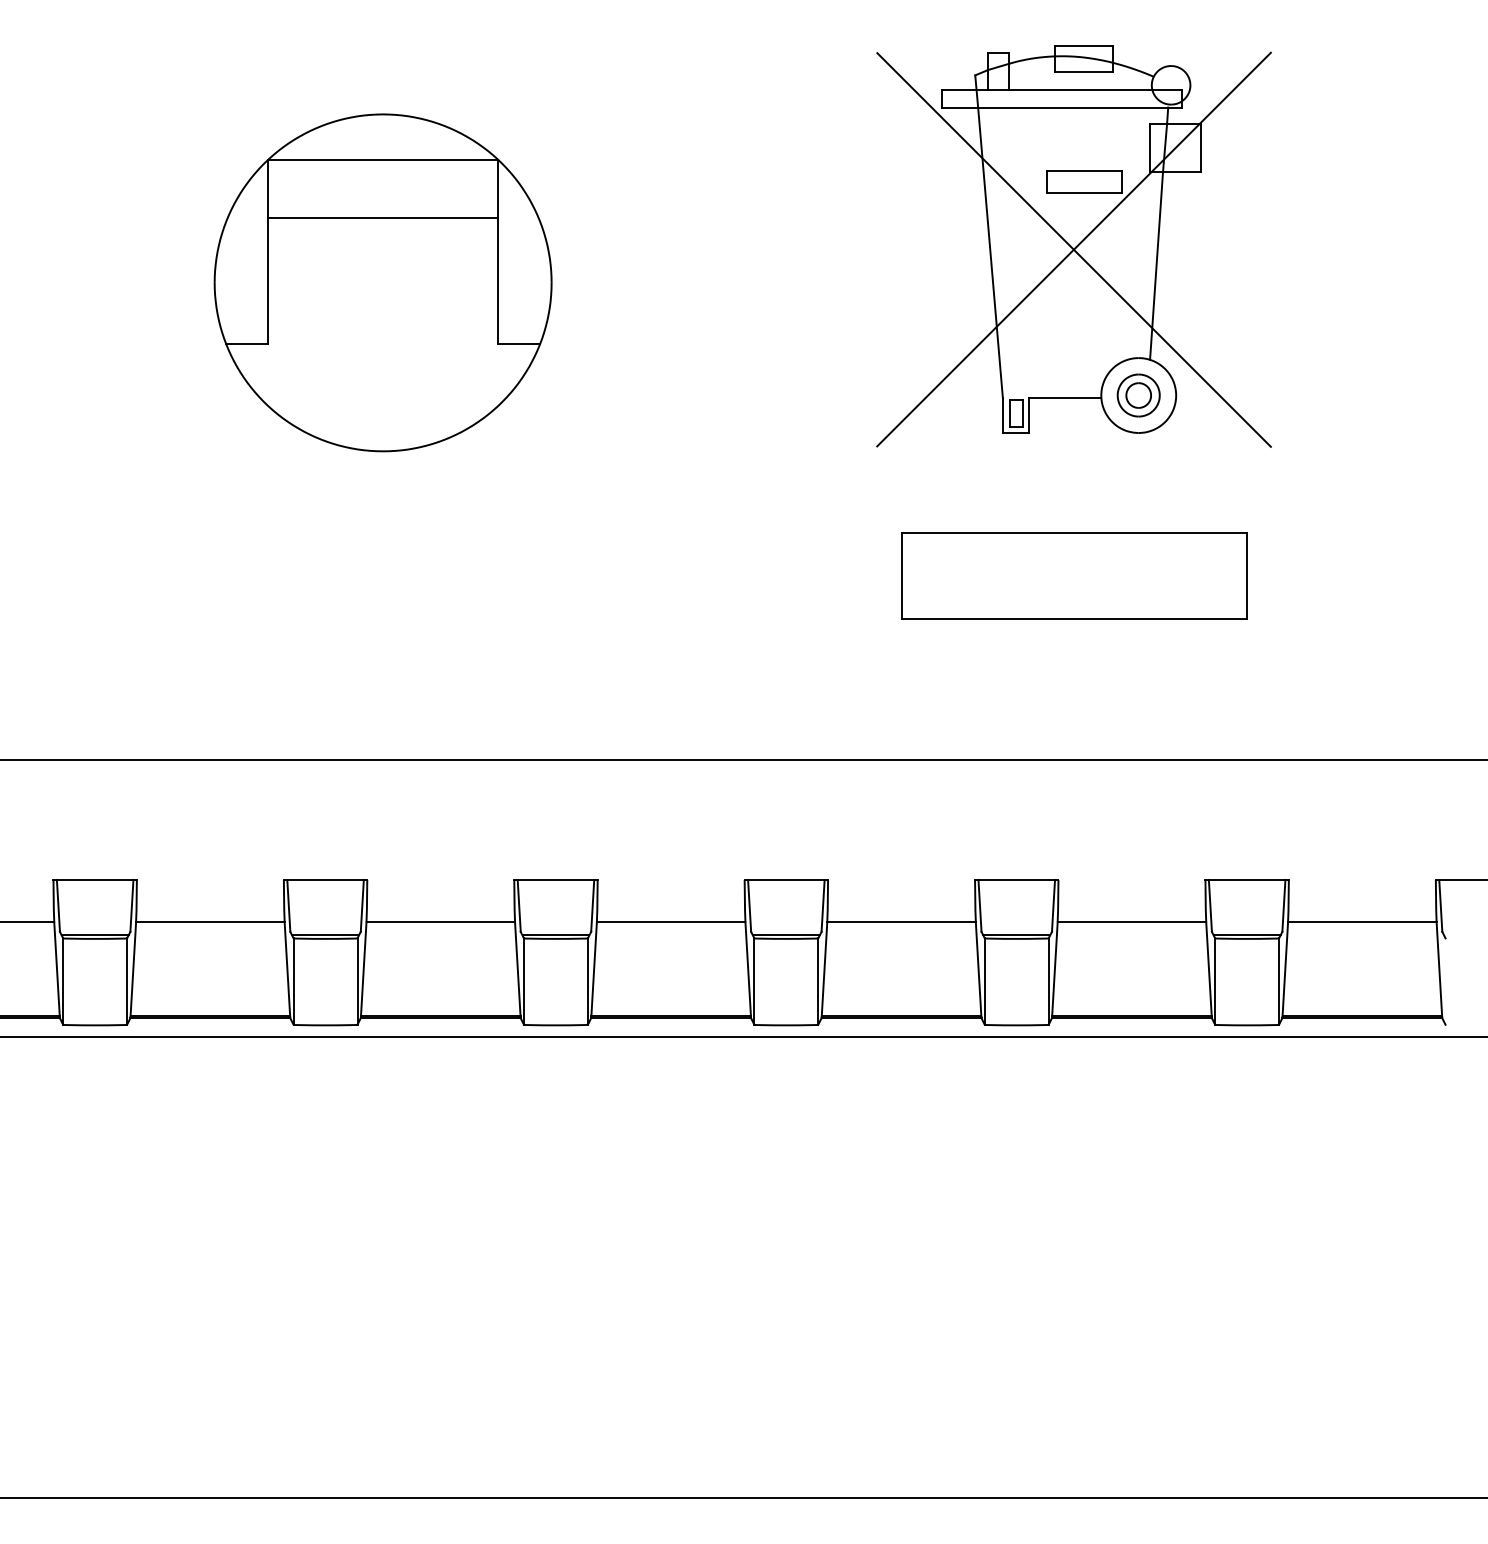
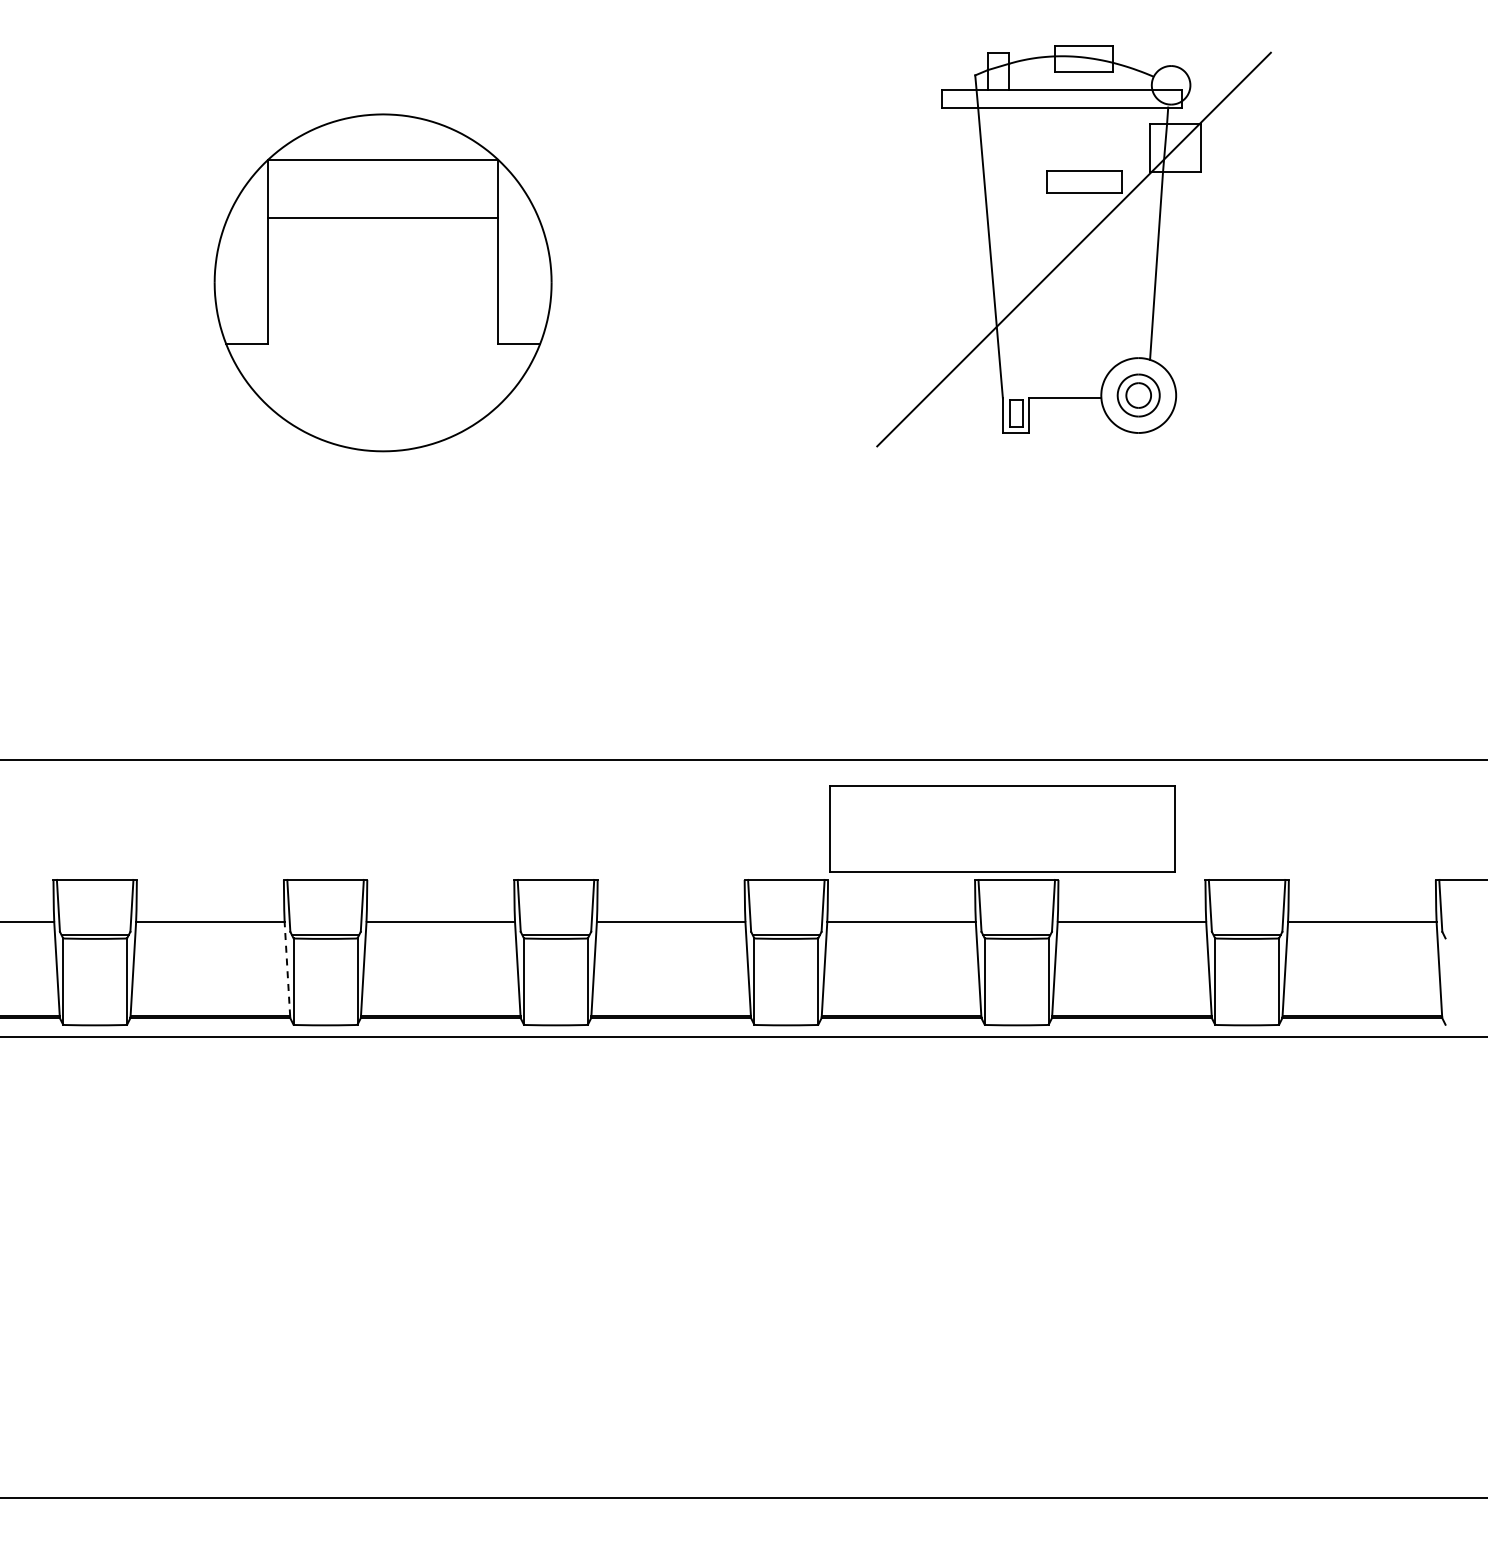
line at (1073, 249): present -> none
part at (1074, 575) position: (1074, 575) -> (1002, 828)
line at (287, 968): solid -> dashed
